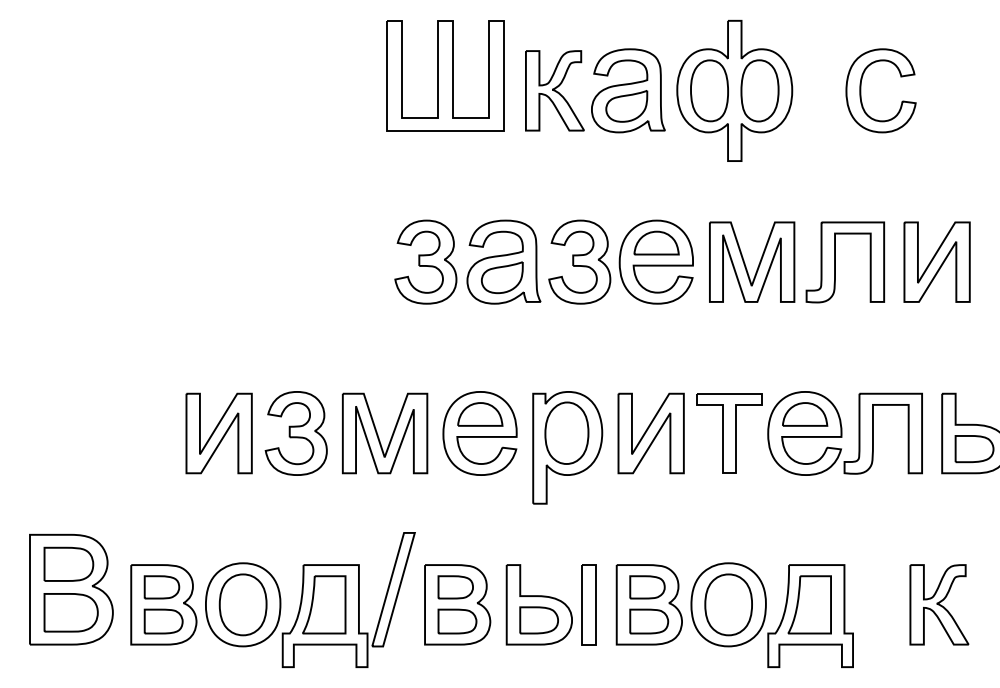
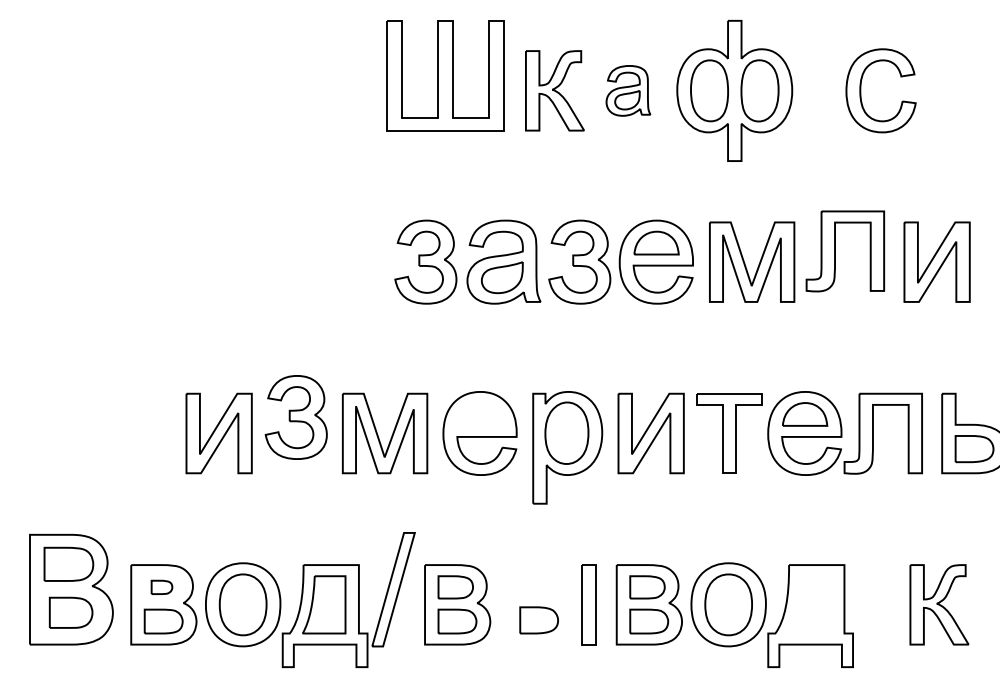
part at (628, 90) size: 75x86 px -> 47x52 px
part at (835, 262) position: (835, 262) -> (835, 251)
part at (480, 414): present -> none
part at (295, 433) position: (295, 433) -> (295, 417)
part at (161, 587) size: 38x25 px -> 24x16 px
part at (538, 604): present -> none
part at (809, 604): present -> none
part at (70, 612) size: 56x40 px -> 46x33 px
